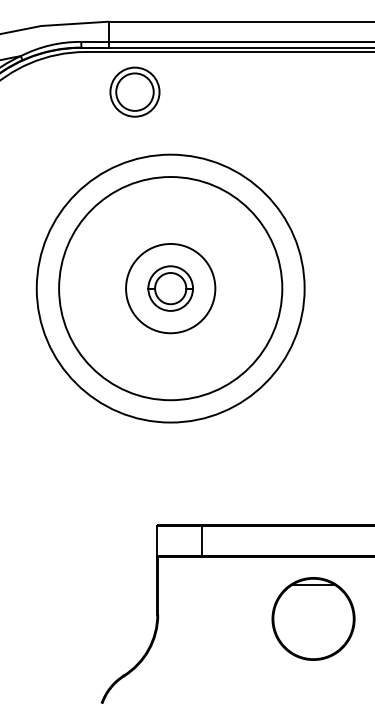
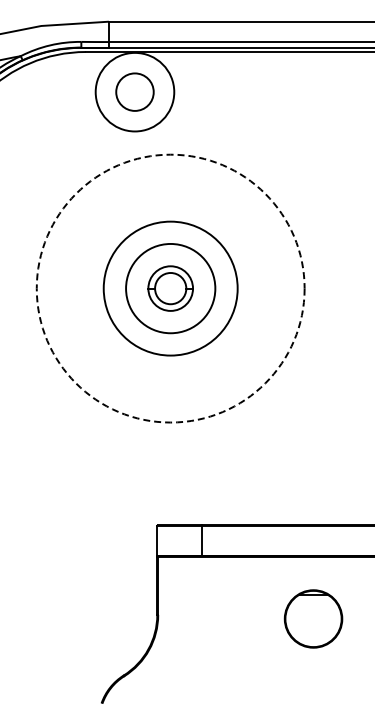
circle at (134, 91) diameter: 49 px -> 79 px
circle at (170, 288) diameter: 223 px -> 134 px
circle at (170, 288): solid -> dashed
part at (313, 618) size: 85x84 px -> 61x60 px
